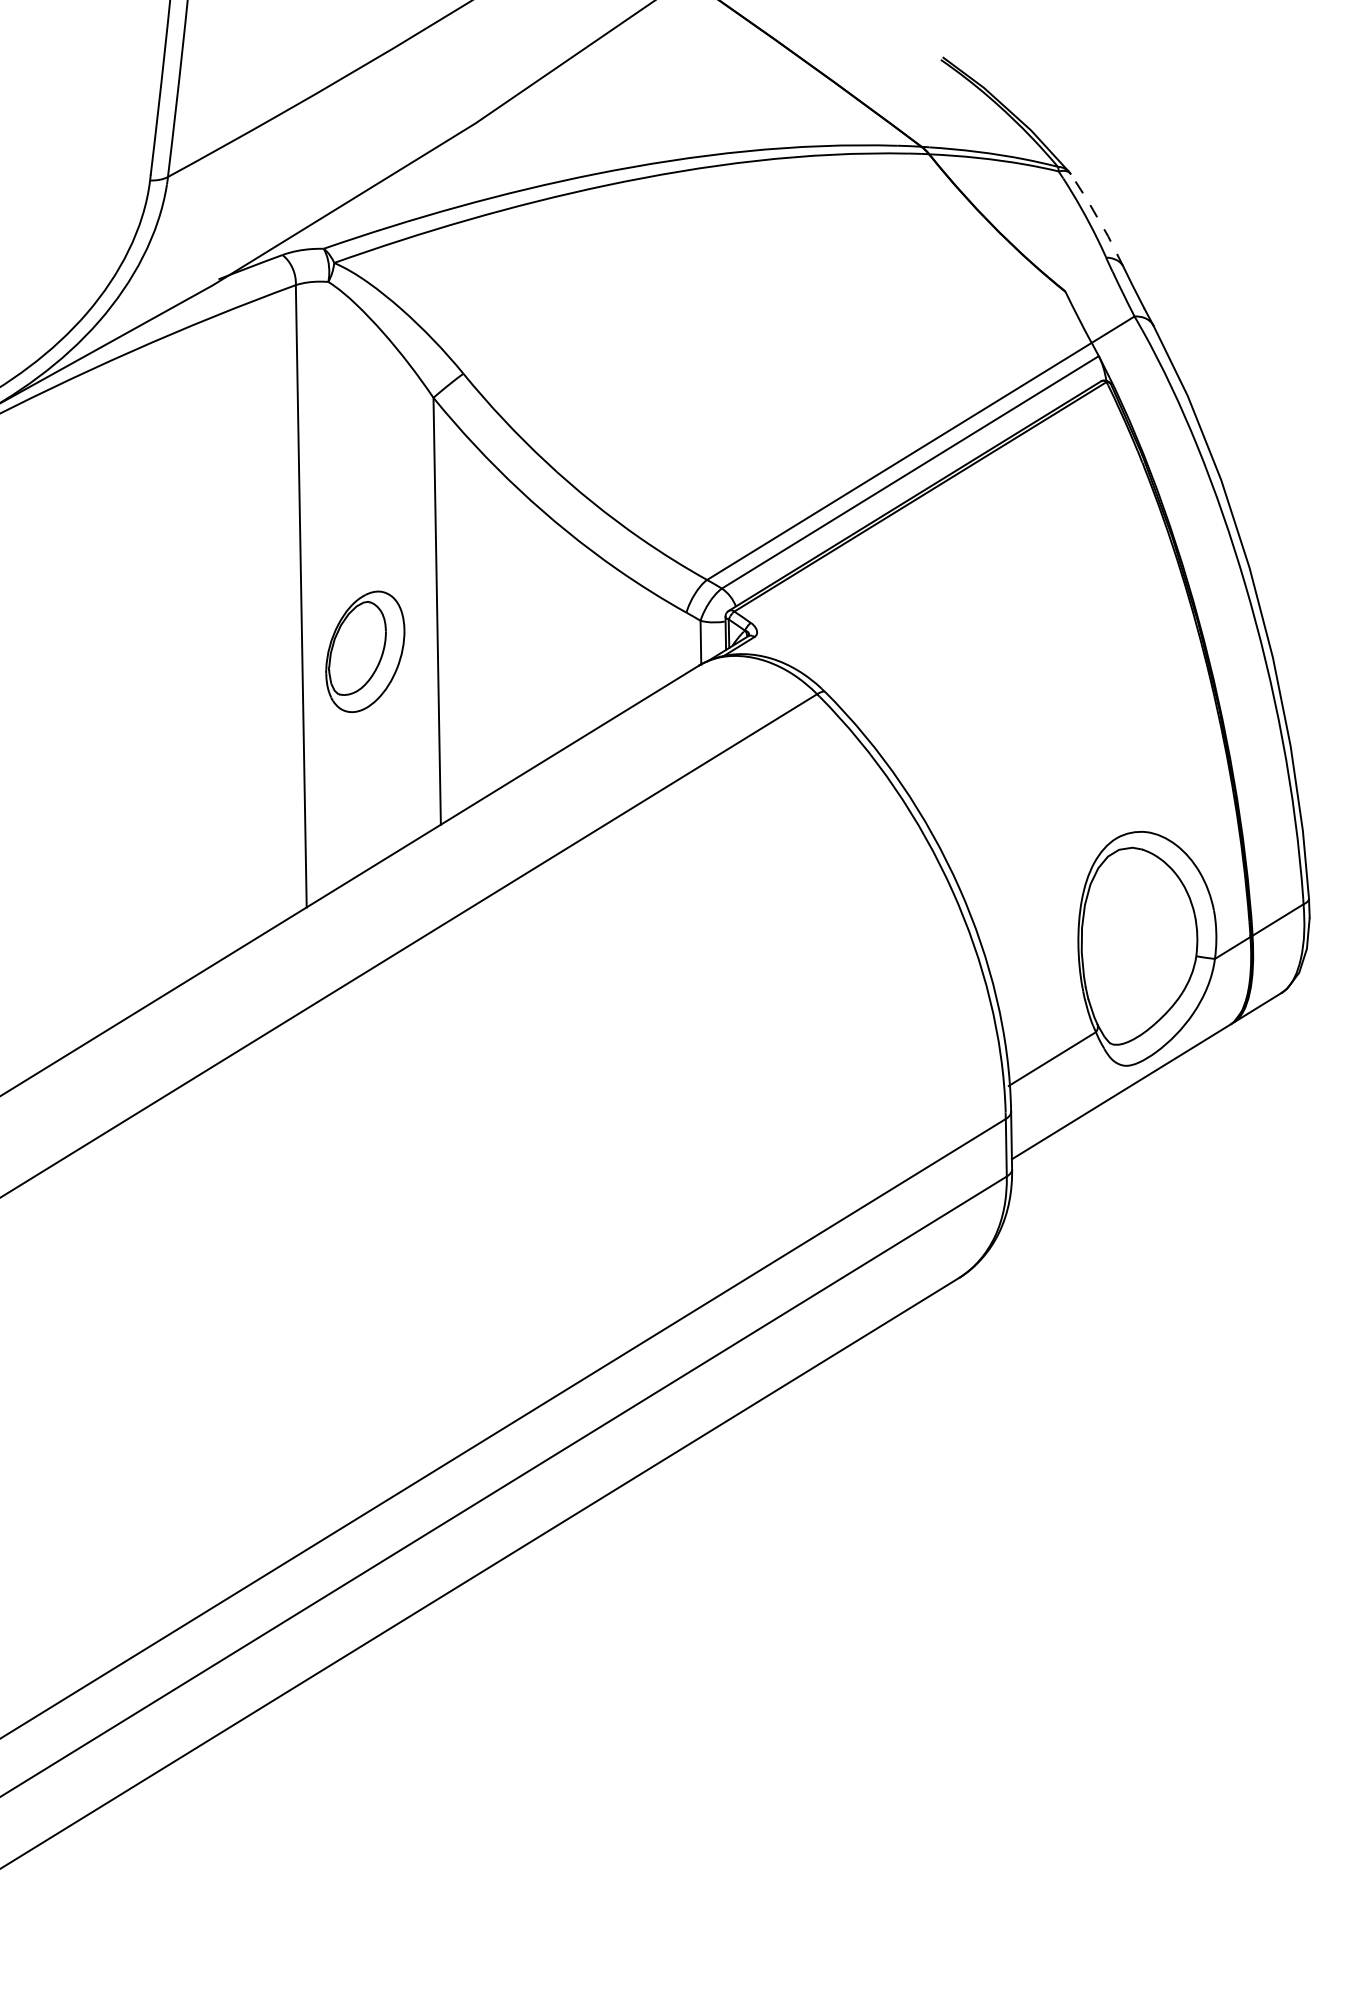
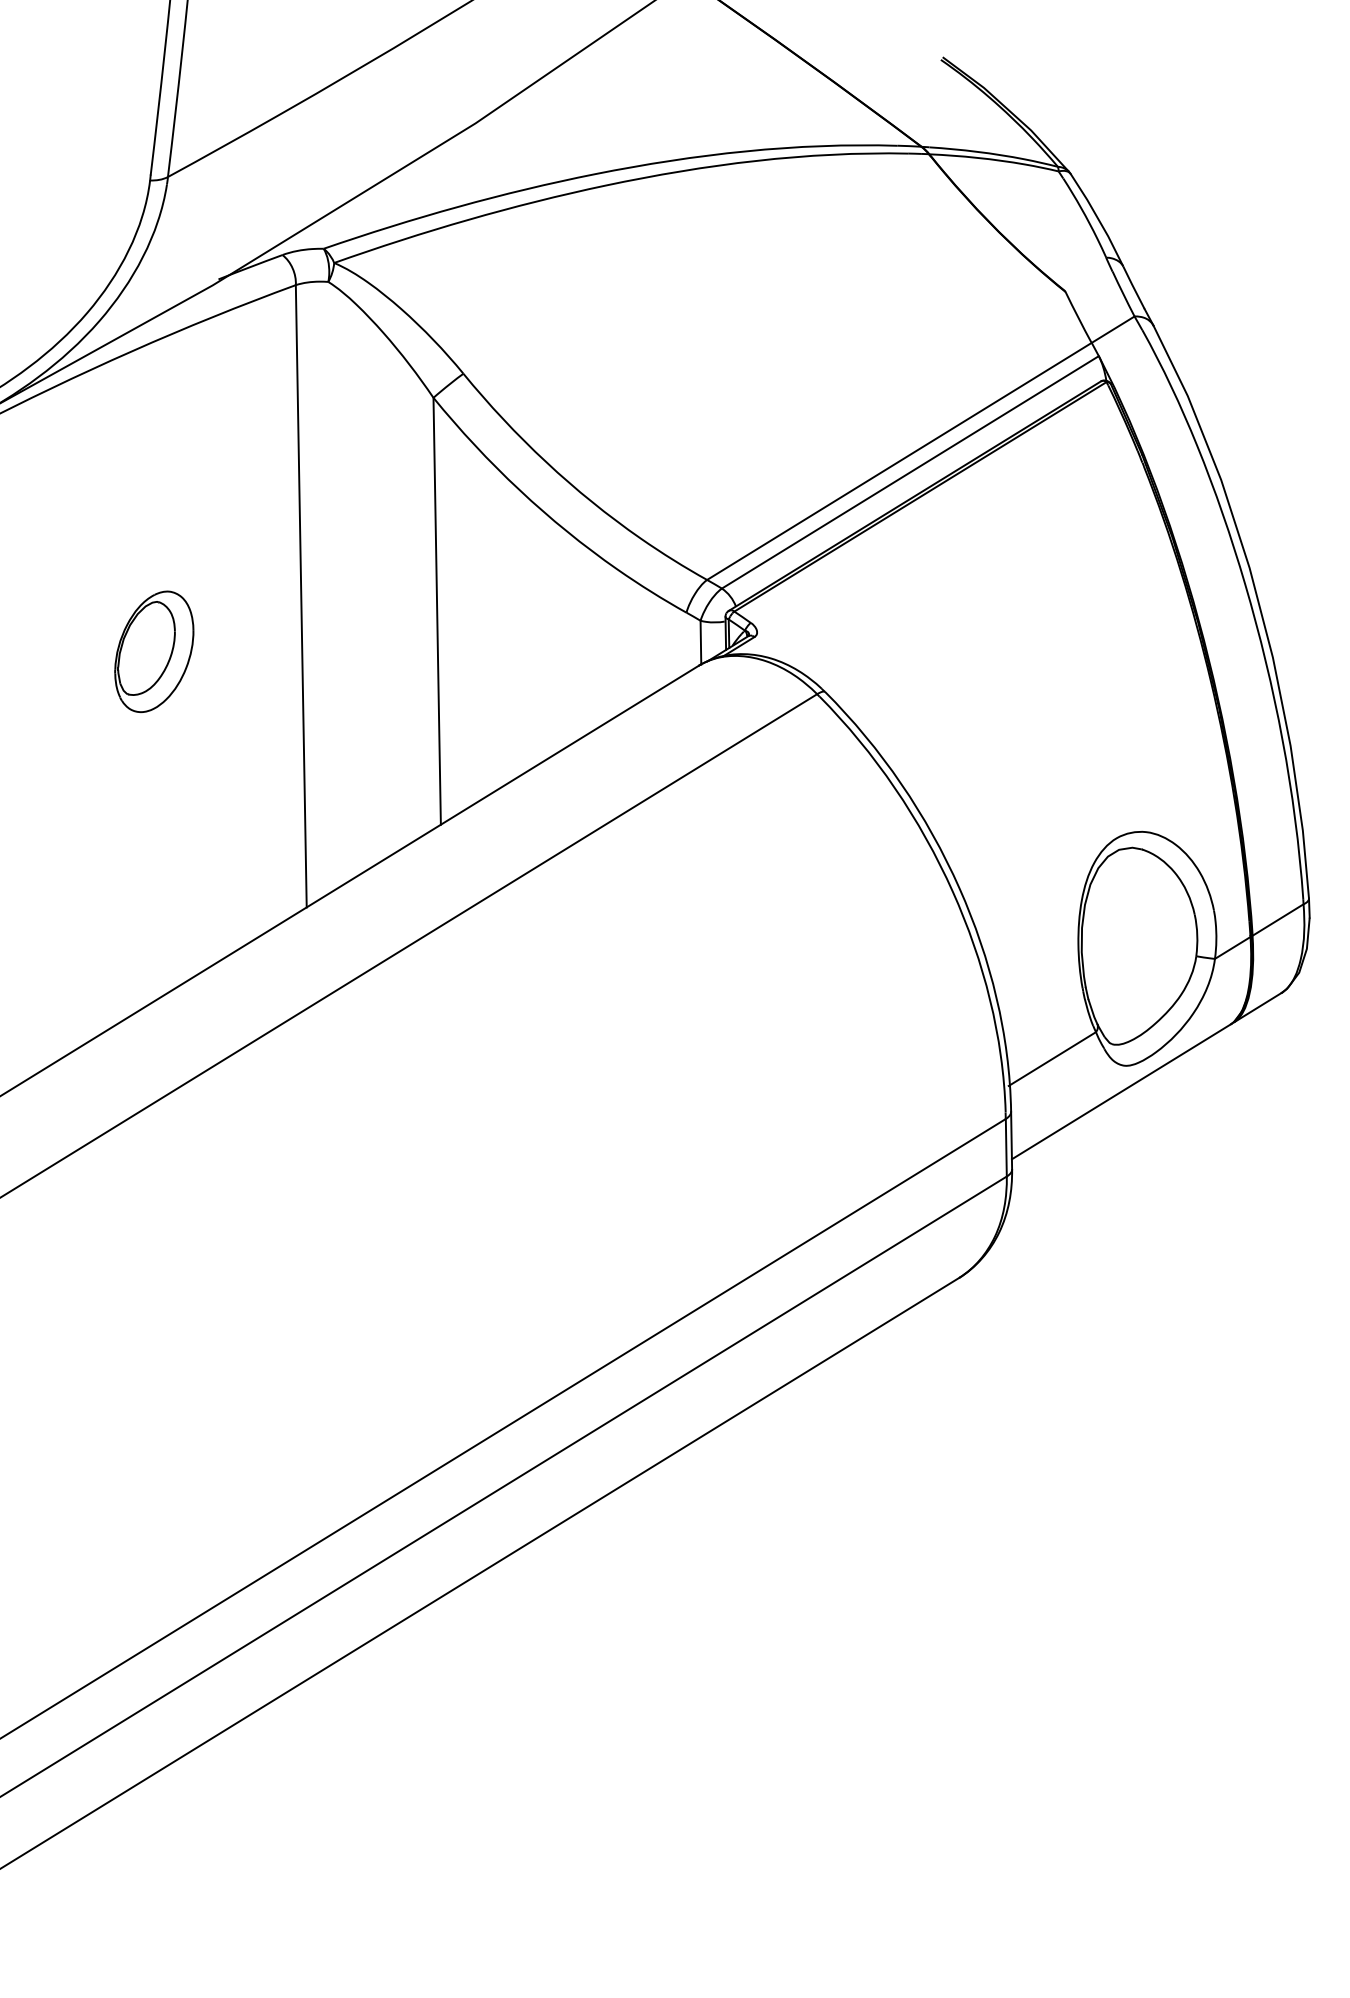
line at (1098, 219): dashed -> solid
part at (365, 651) position: (365, 651) -> (154, 651)
